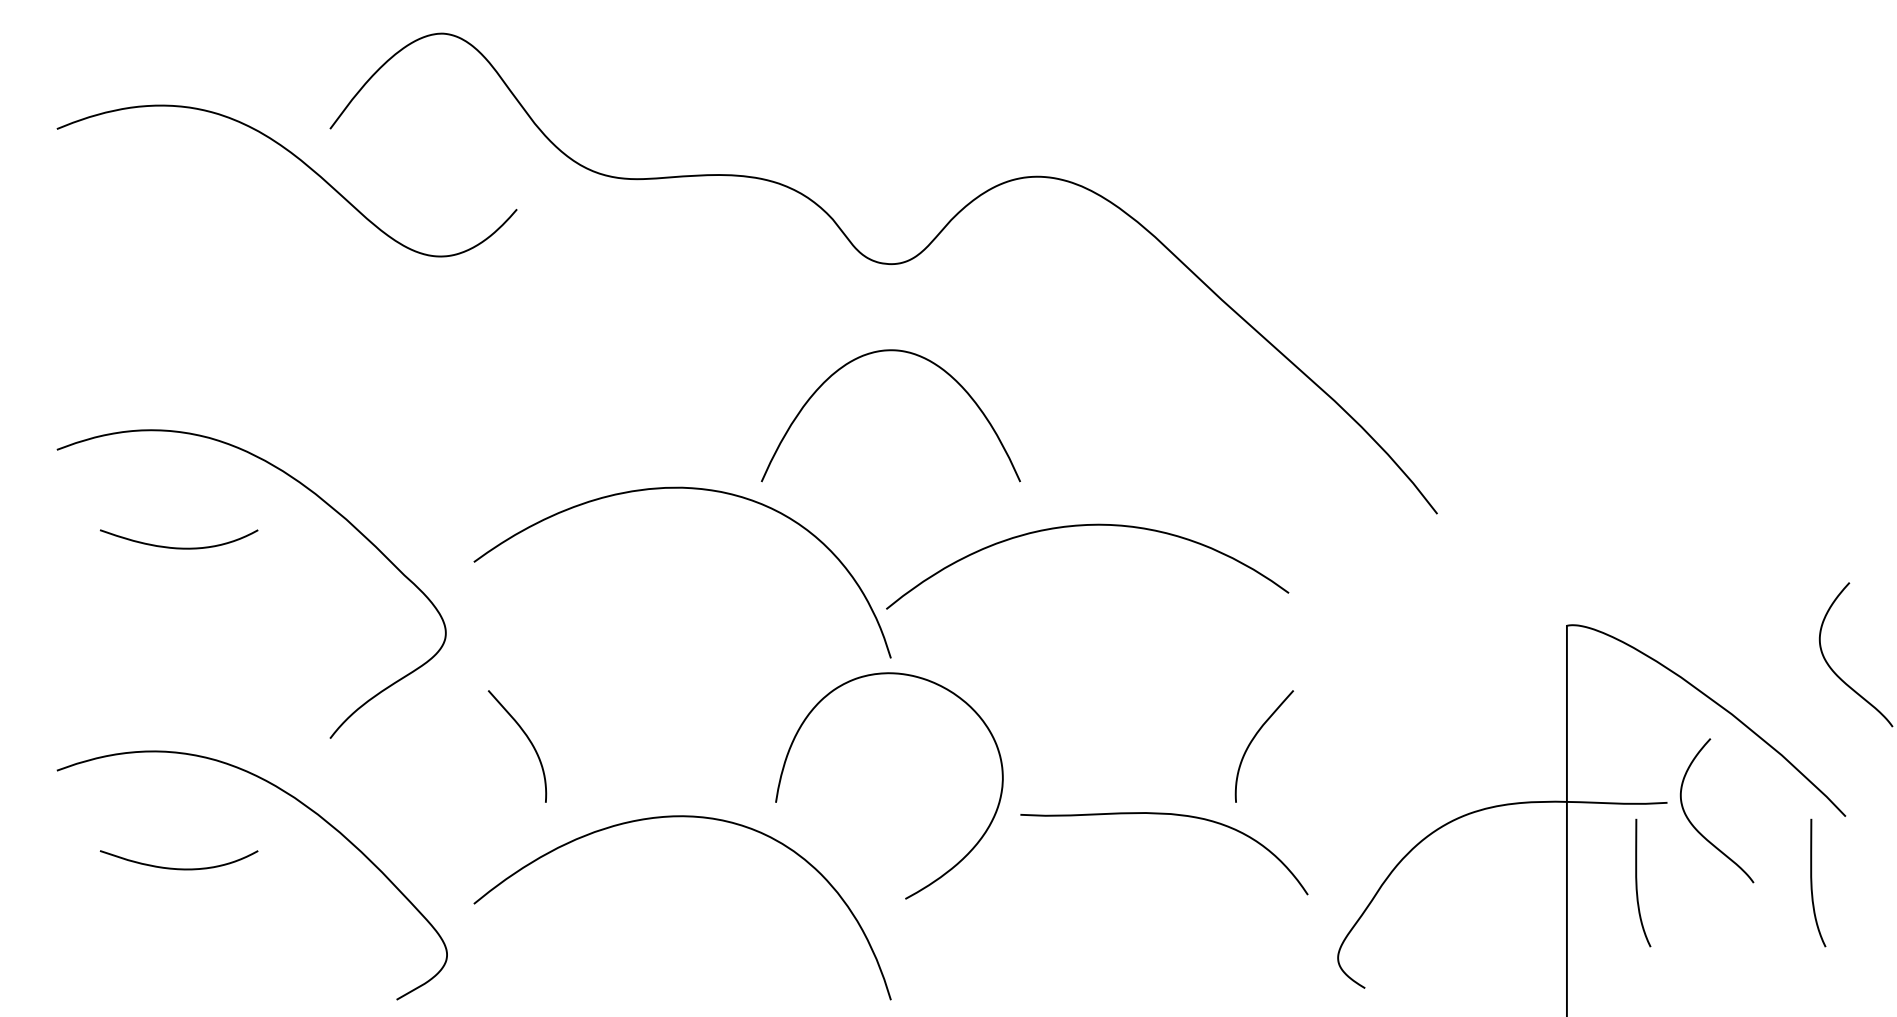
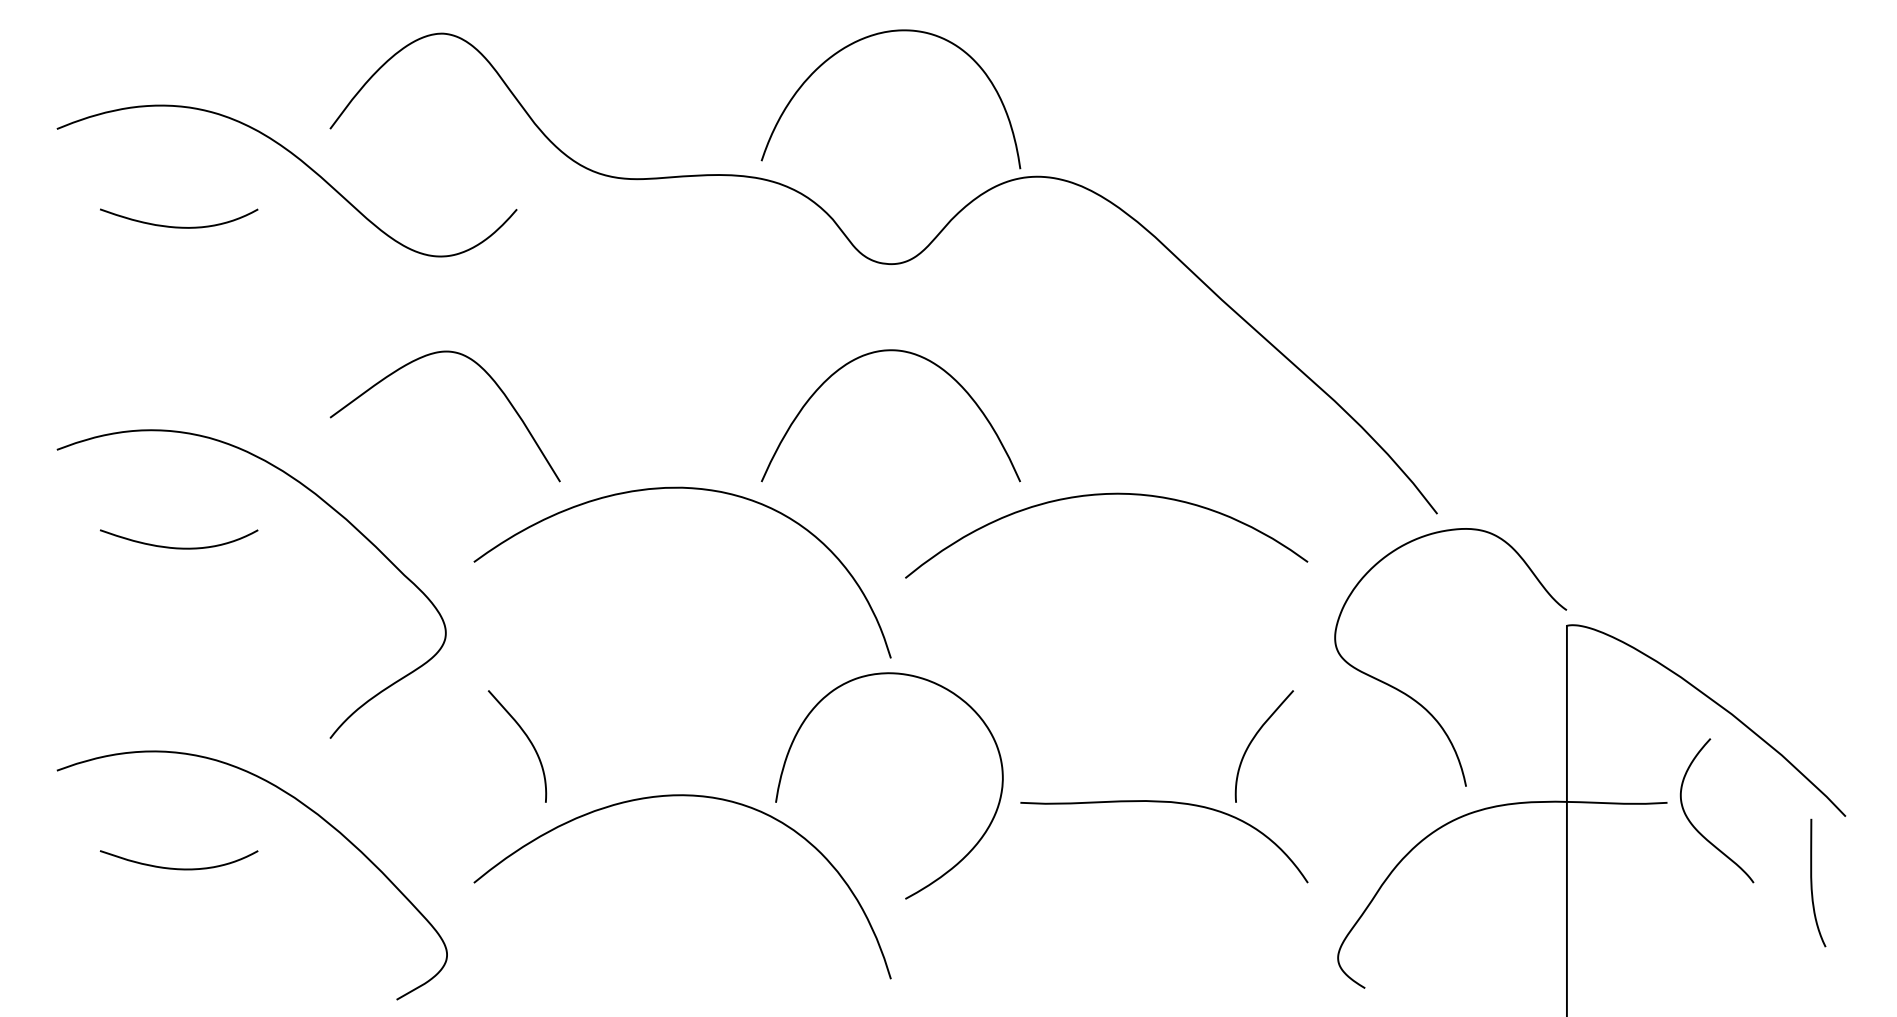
curve at (864, 39): none -> present
curve at (179, 226): none -> present
curve at (489, 377): none -> present
curve at (1083, 526) position: (1083, 526) -> (1102, 495)
curve at (1836, 673): present -> none
curve at (1419, 702): none -> present
curve at (1172, 815) position: (1172, 815) -> (1172, 803)
curve at (682, 817) position: (682, 817) -> (682, 796)
curve at (1637, 882): present -> none
